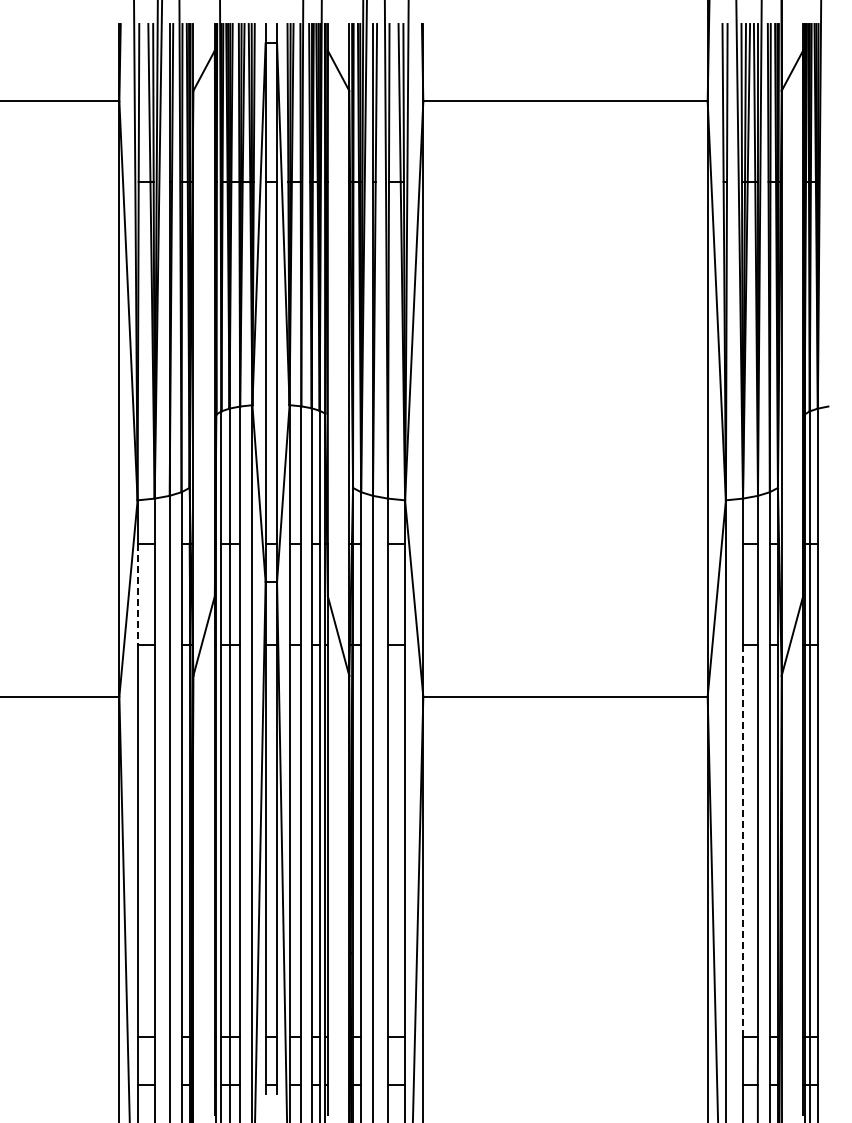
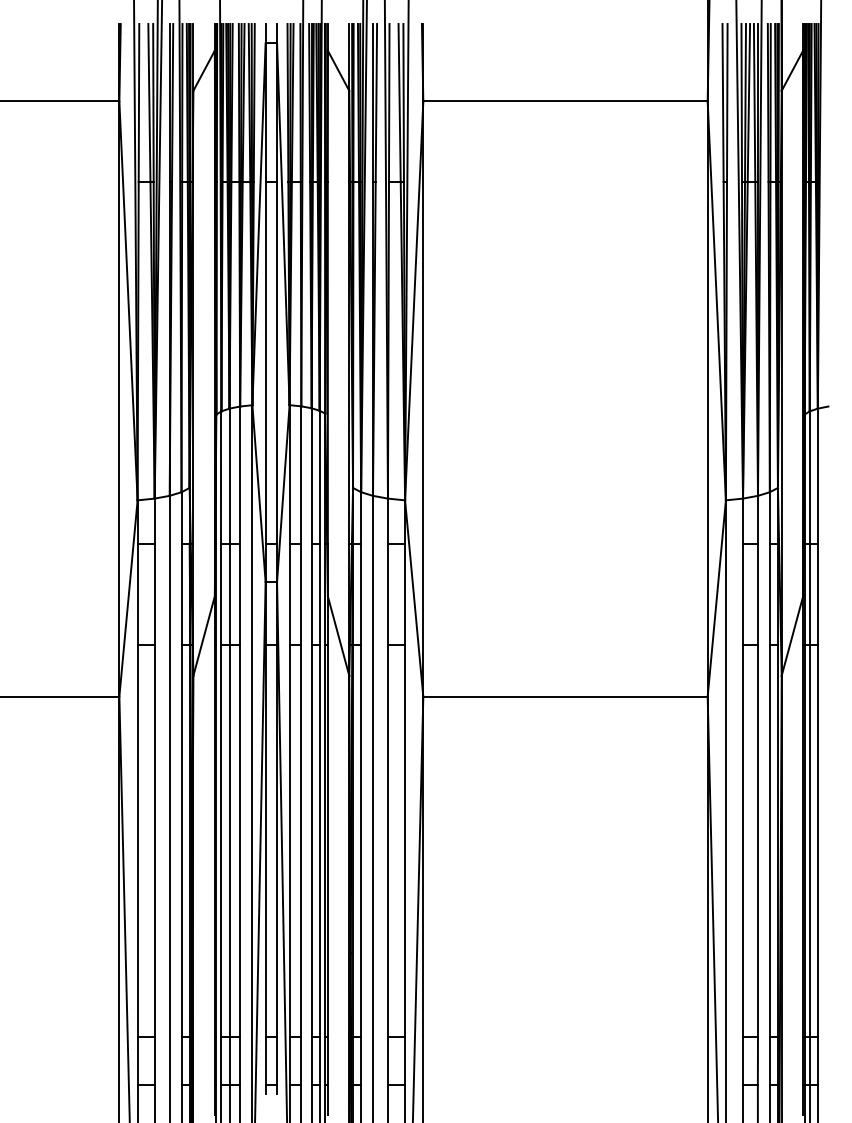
line at (137, 594): dashed -> solid
line at (743, 840): dashed -> solid
